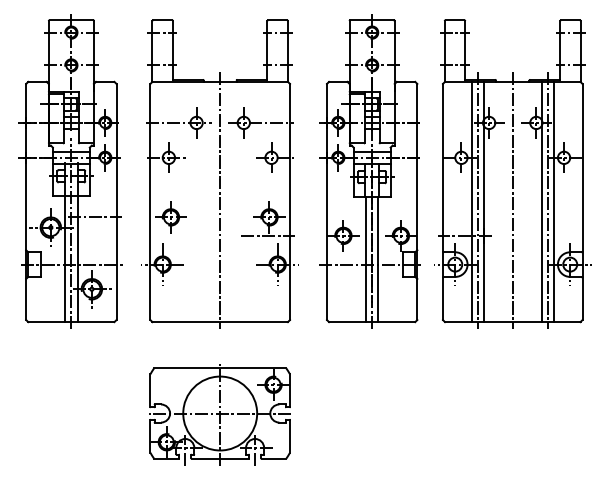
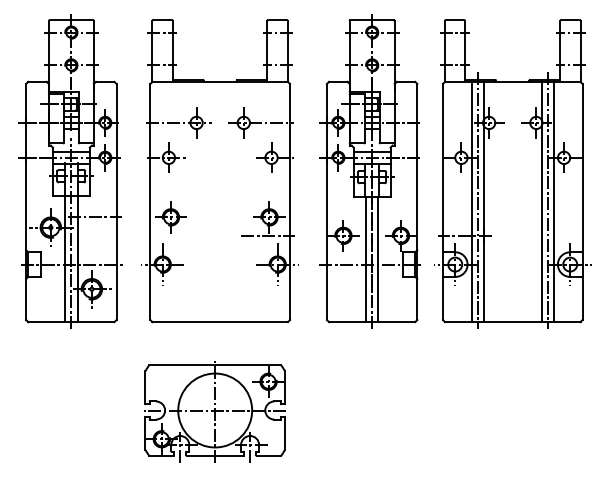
line at (220, 200): present -> none
line at (512, 200): present -> none
part at (219, 414) position: (219, 414) -> (214, 411)
